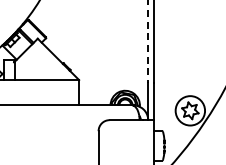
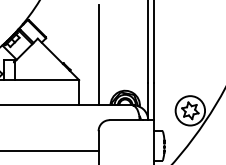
line at (148, 41): dashed -> solid
line at (98, 54): none -> present
line at (50, 151): none -> present
